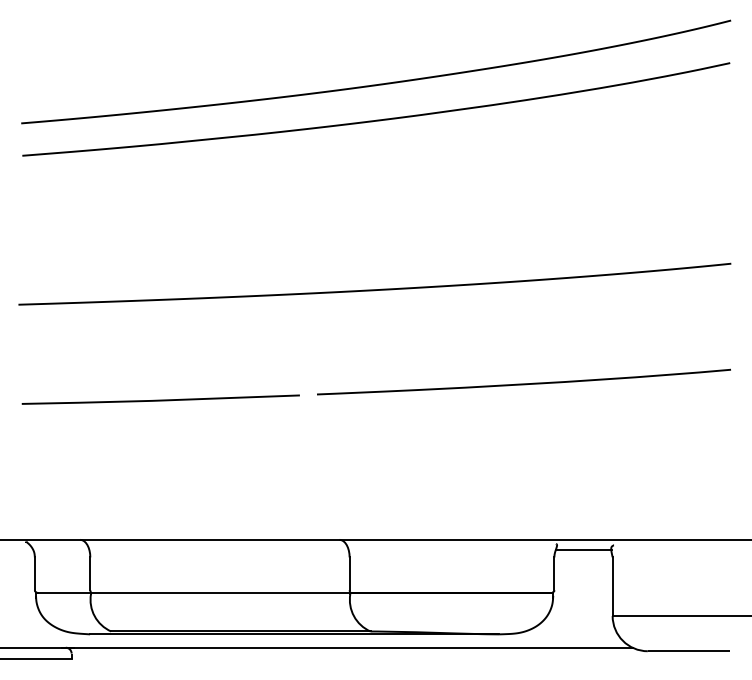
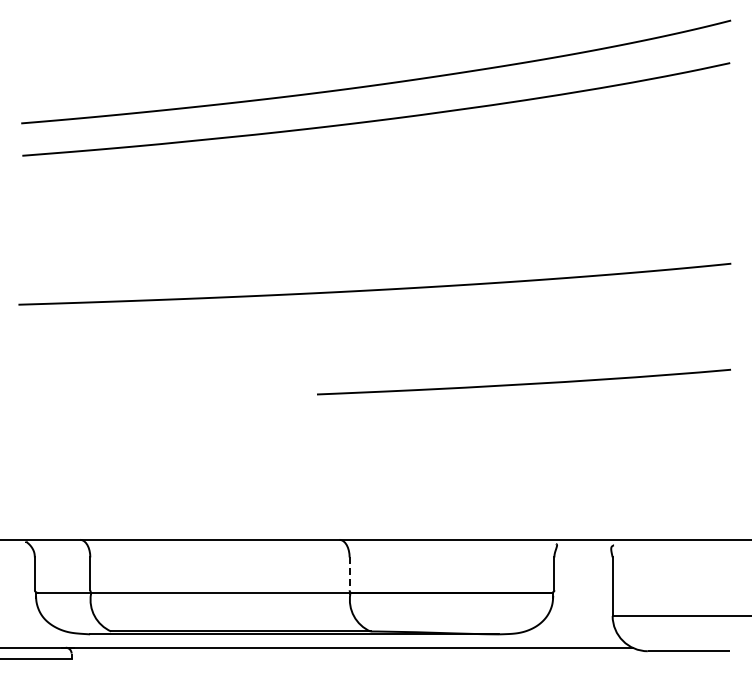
curve at (160, 399): present -> none
line at (583, 549): present -> none
line at (349, 574): solid -> dashed
